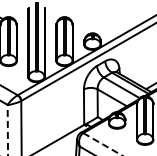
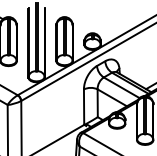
line at (7, 129): dashed -> solid
line at (102, 144): dashed -> solid
